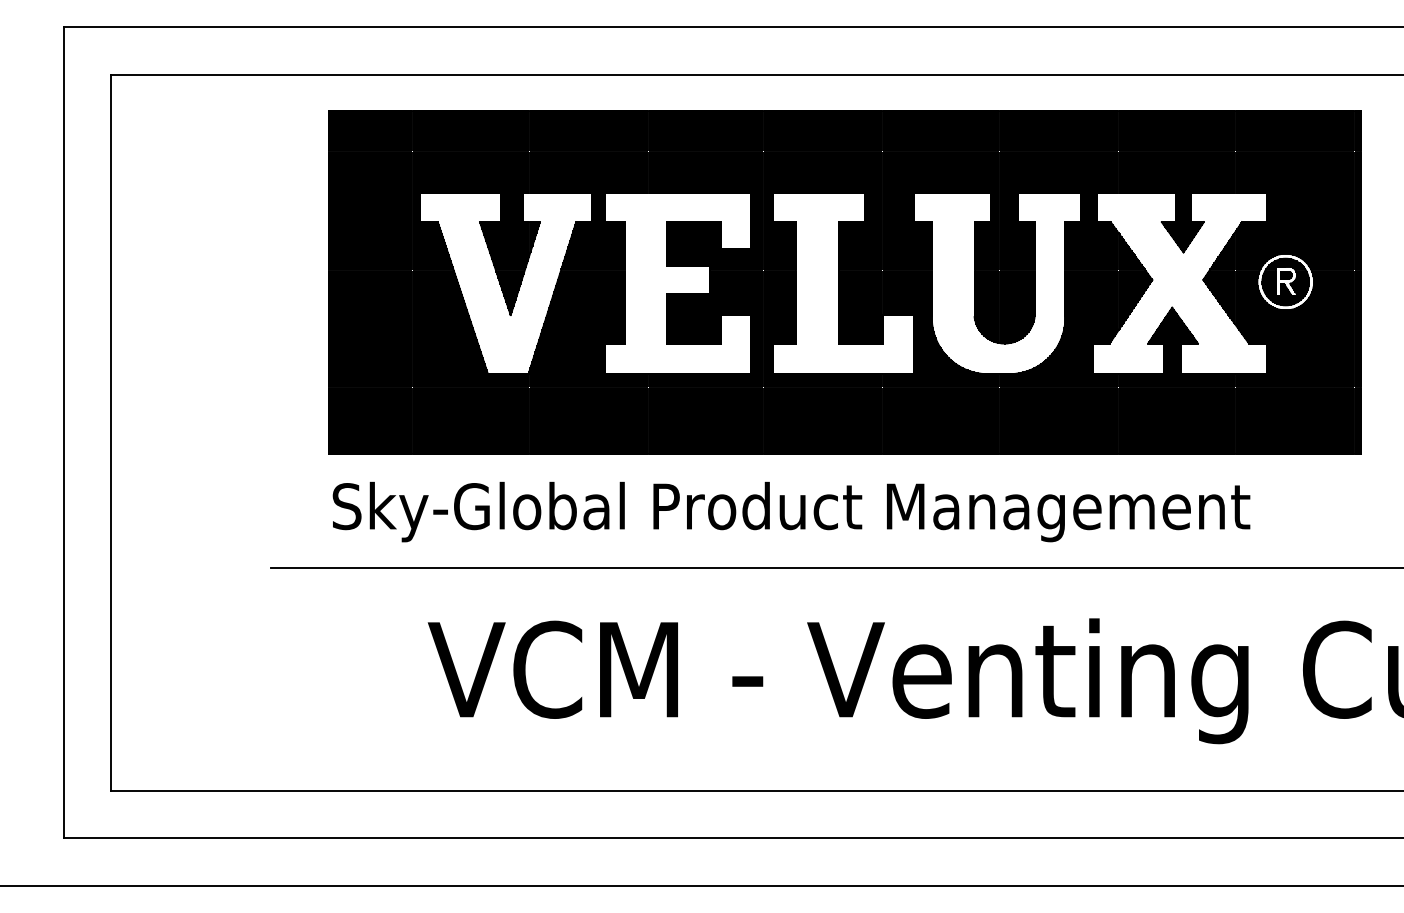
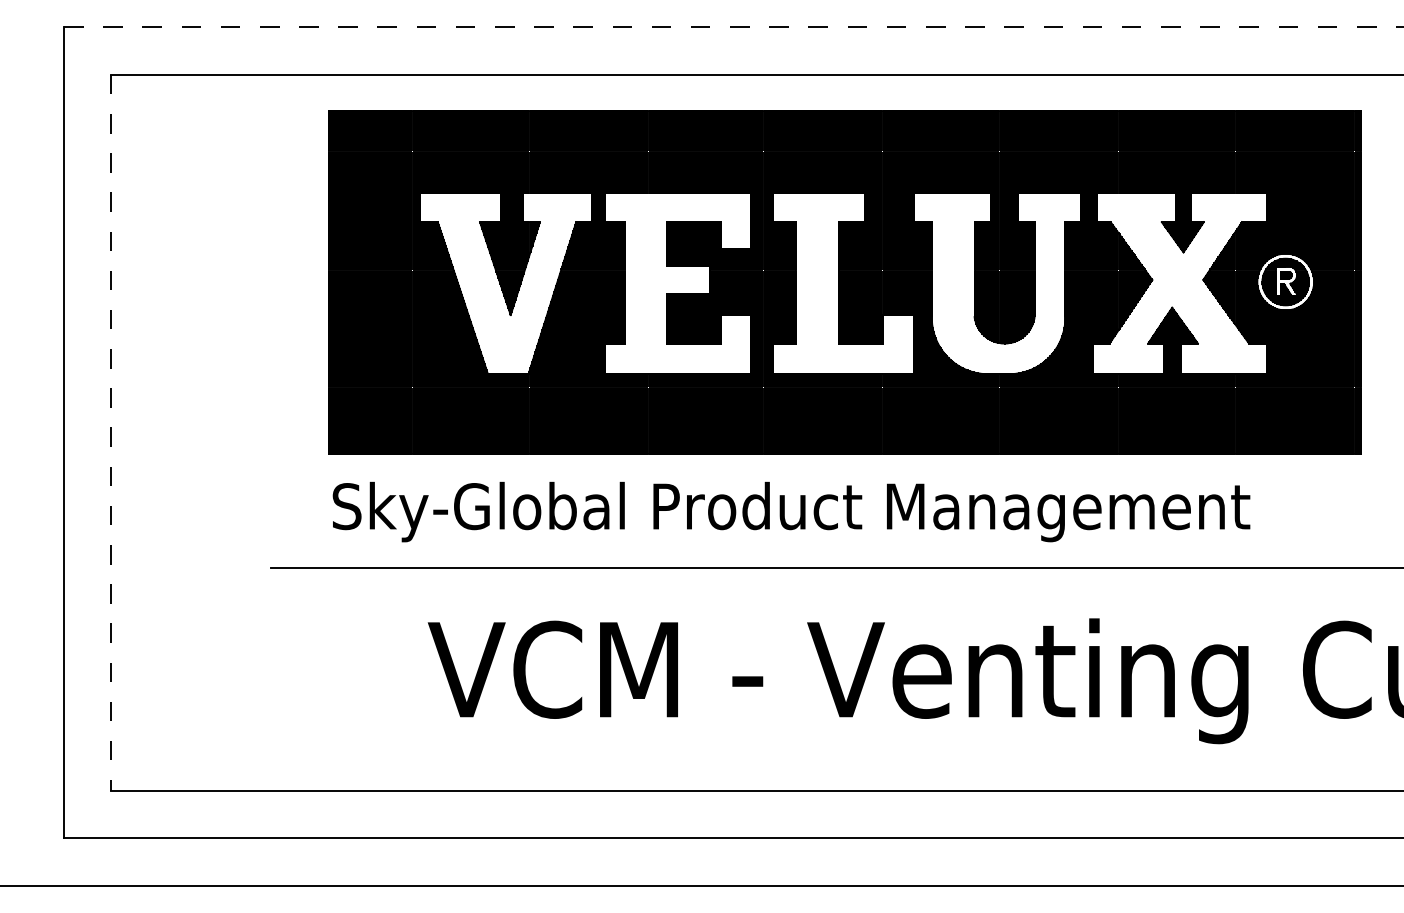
line at (733, 27): solid -> dashed
line at (111, 433): solid -> dashed
